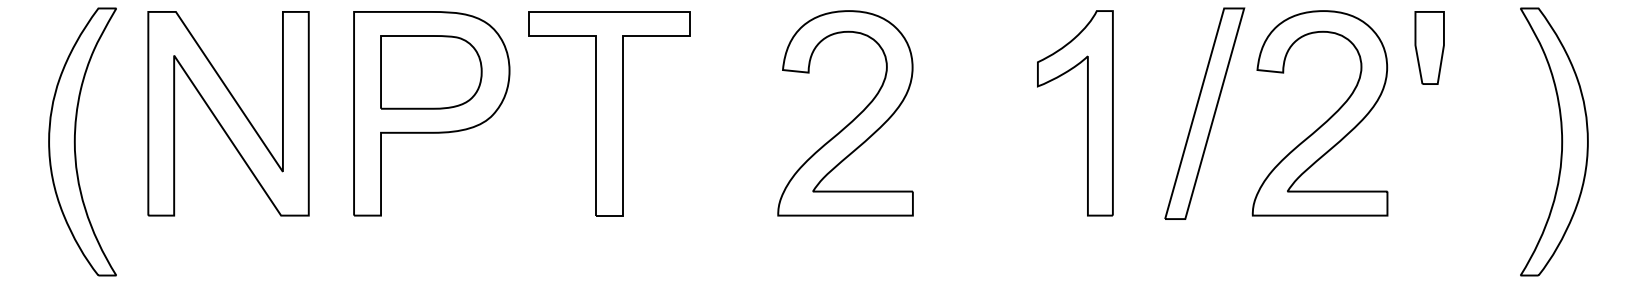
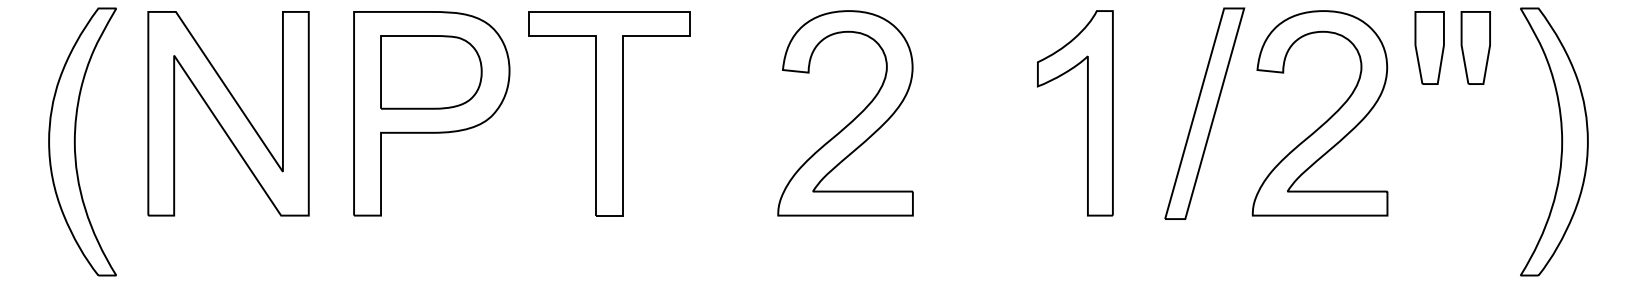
part at (1475, 47): none -> present
